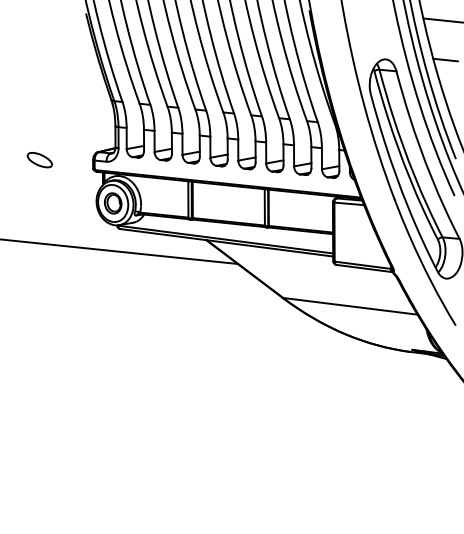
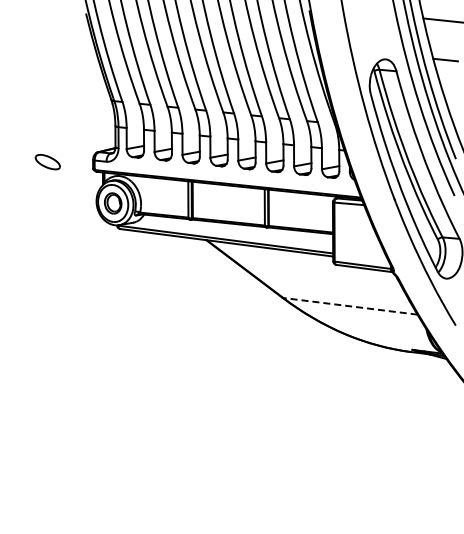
part at (39, 160) position: (39, 160) -> (47, 162)
line at (119, 251): present -> none
line at (350, 306): solid -> dashed
